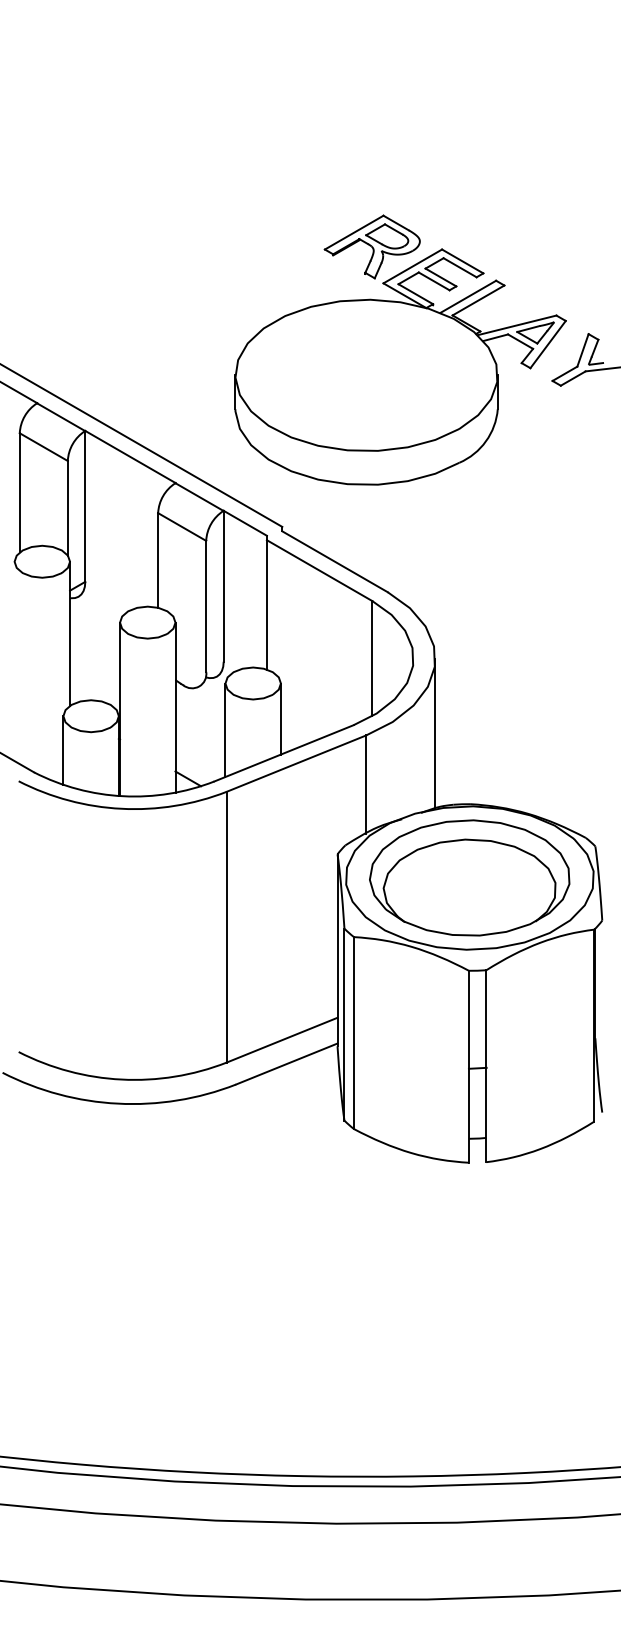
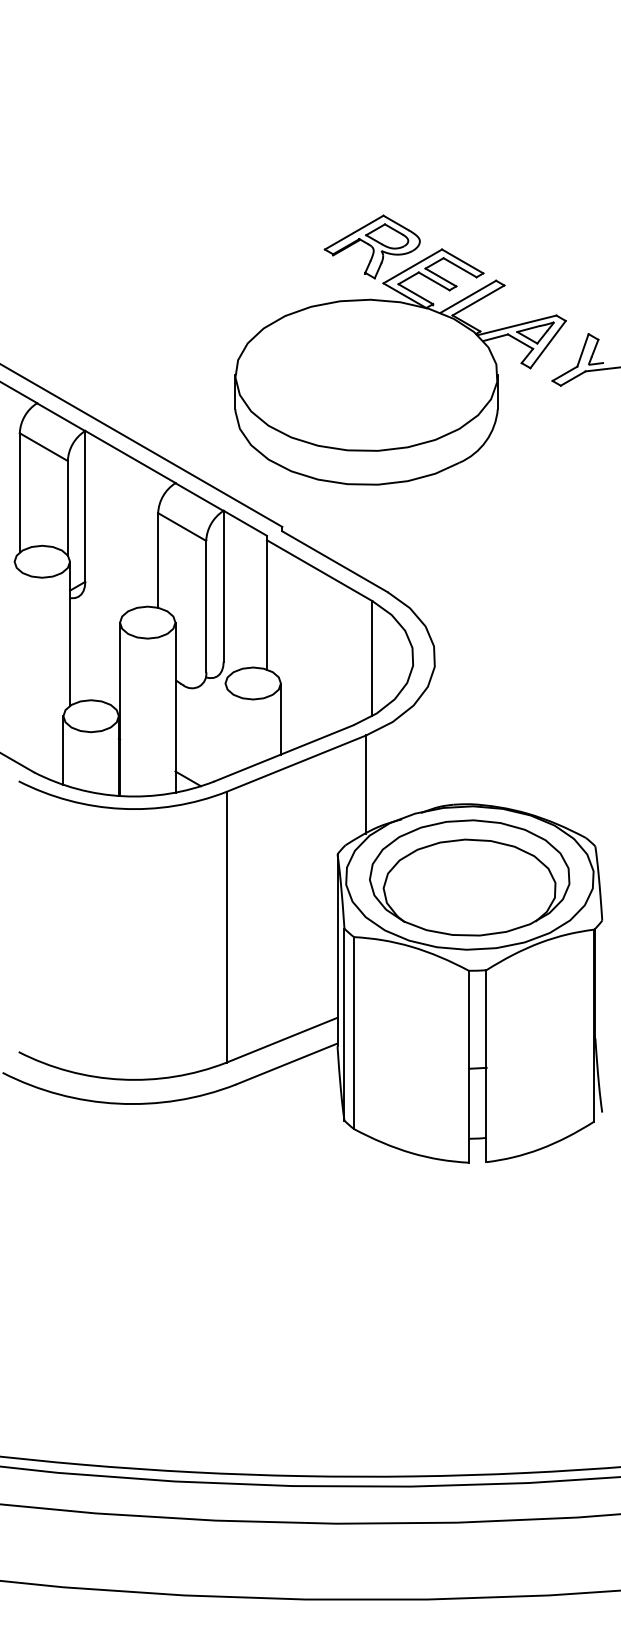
line at (225, 730): present -> none
line at (435, 733): present -> none
